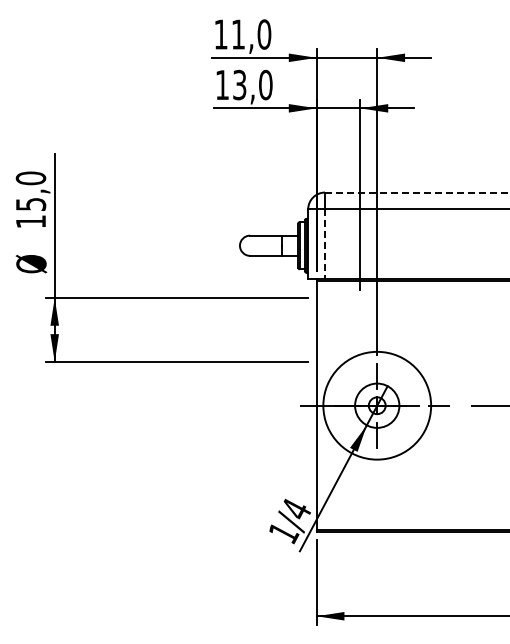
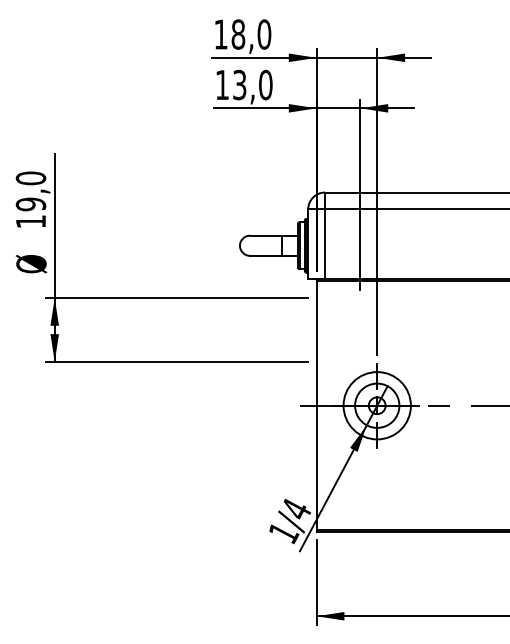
text at (238, 34): 11,0 -> 18,0
line at (418, 192): dashed -> solid
text at (30, 204): 15,0 -> 19,0
line at (325, 244): dashed -> solid
circle at (377, 405) diameter: 108 px -> 67 px
